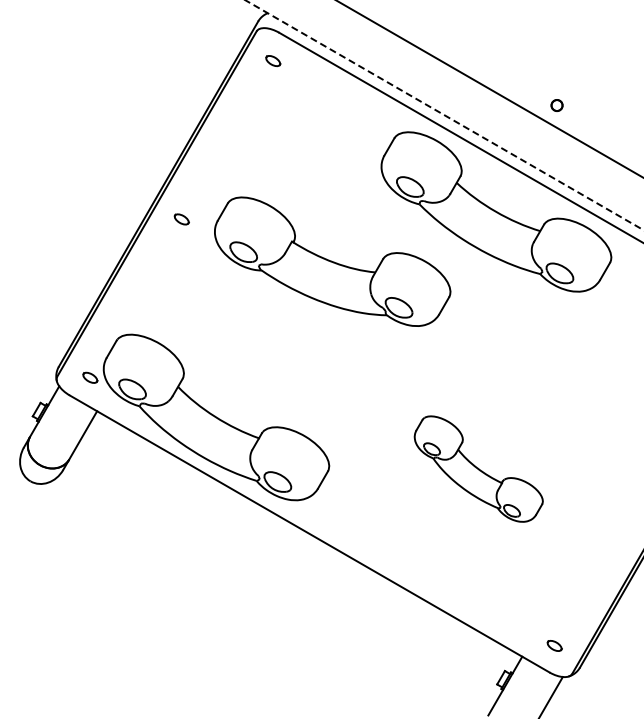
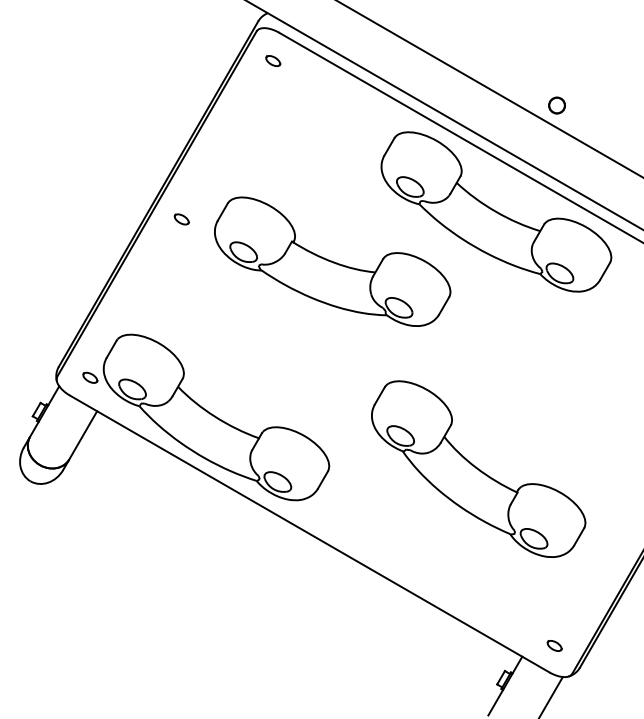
circle at (556, 105) size: 14x13 px -> 18x19 px
line at (444, 115): dashed -> solid
part at (478, 468) size: 131x108 px -> 216x178 px
